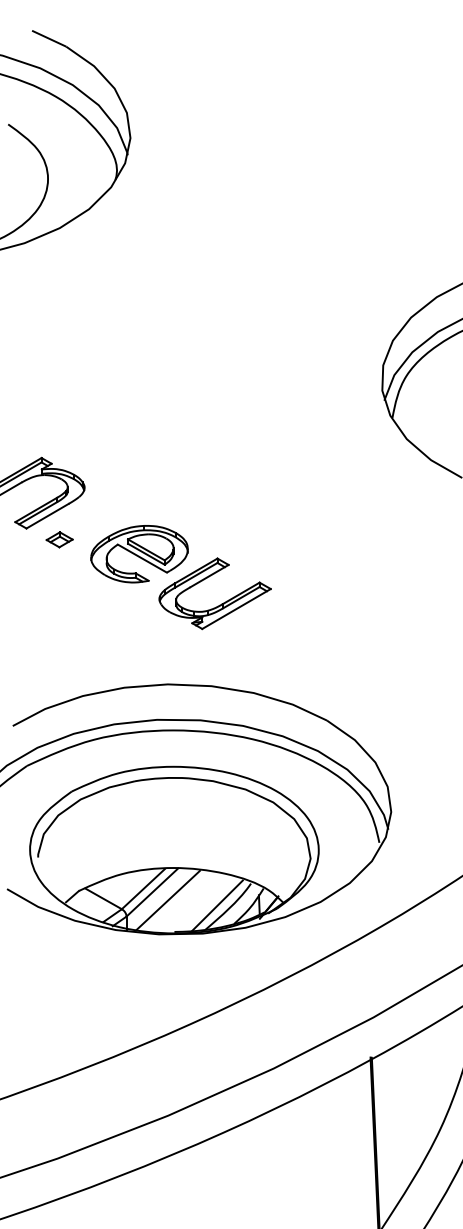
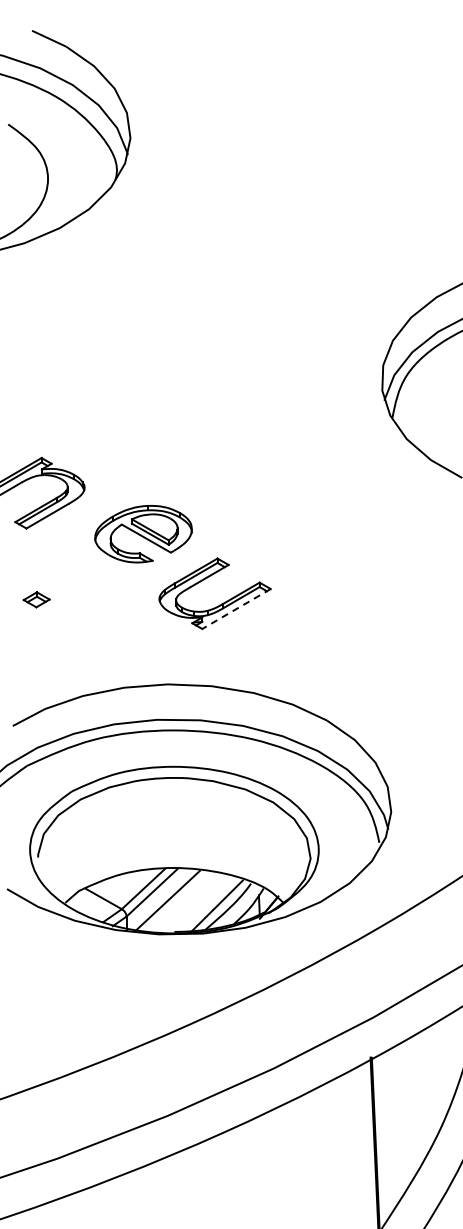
part at (59, 539) position: (59, 539) -> (36, 599)
part at (139, 554) position: (139, 554) -> (143, 534)
line at (236, 609): solid -> dashed
